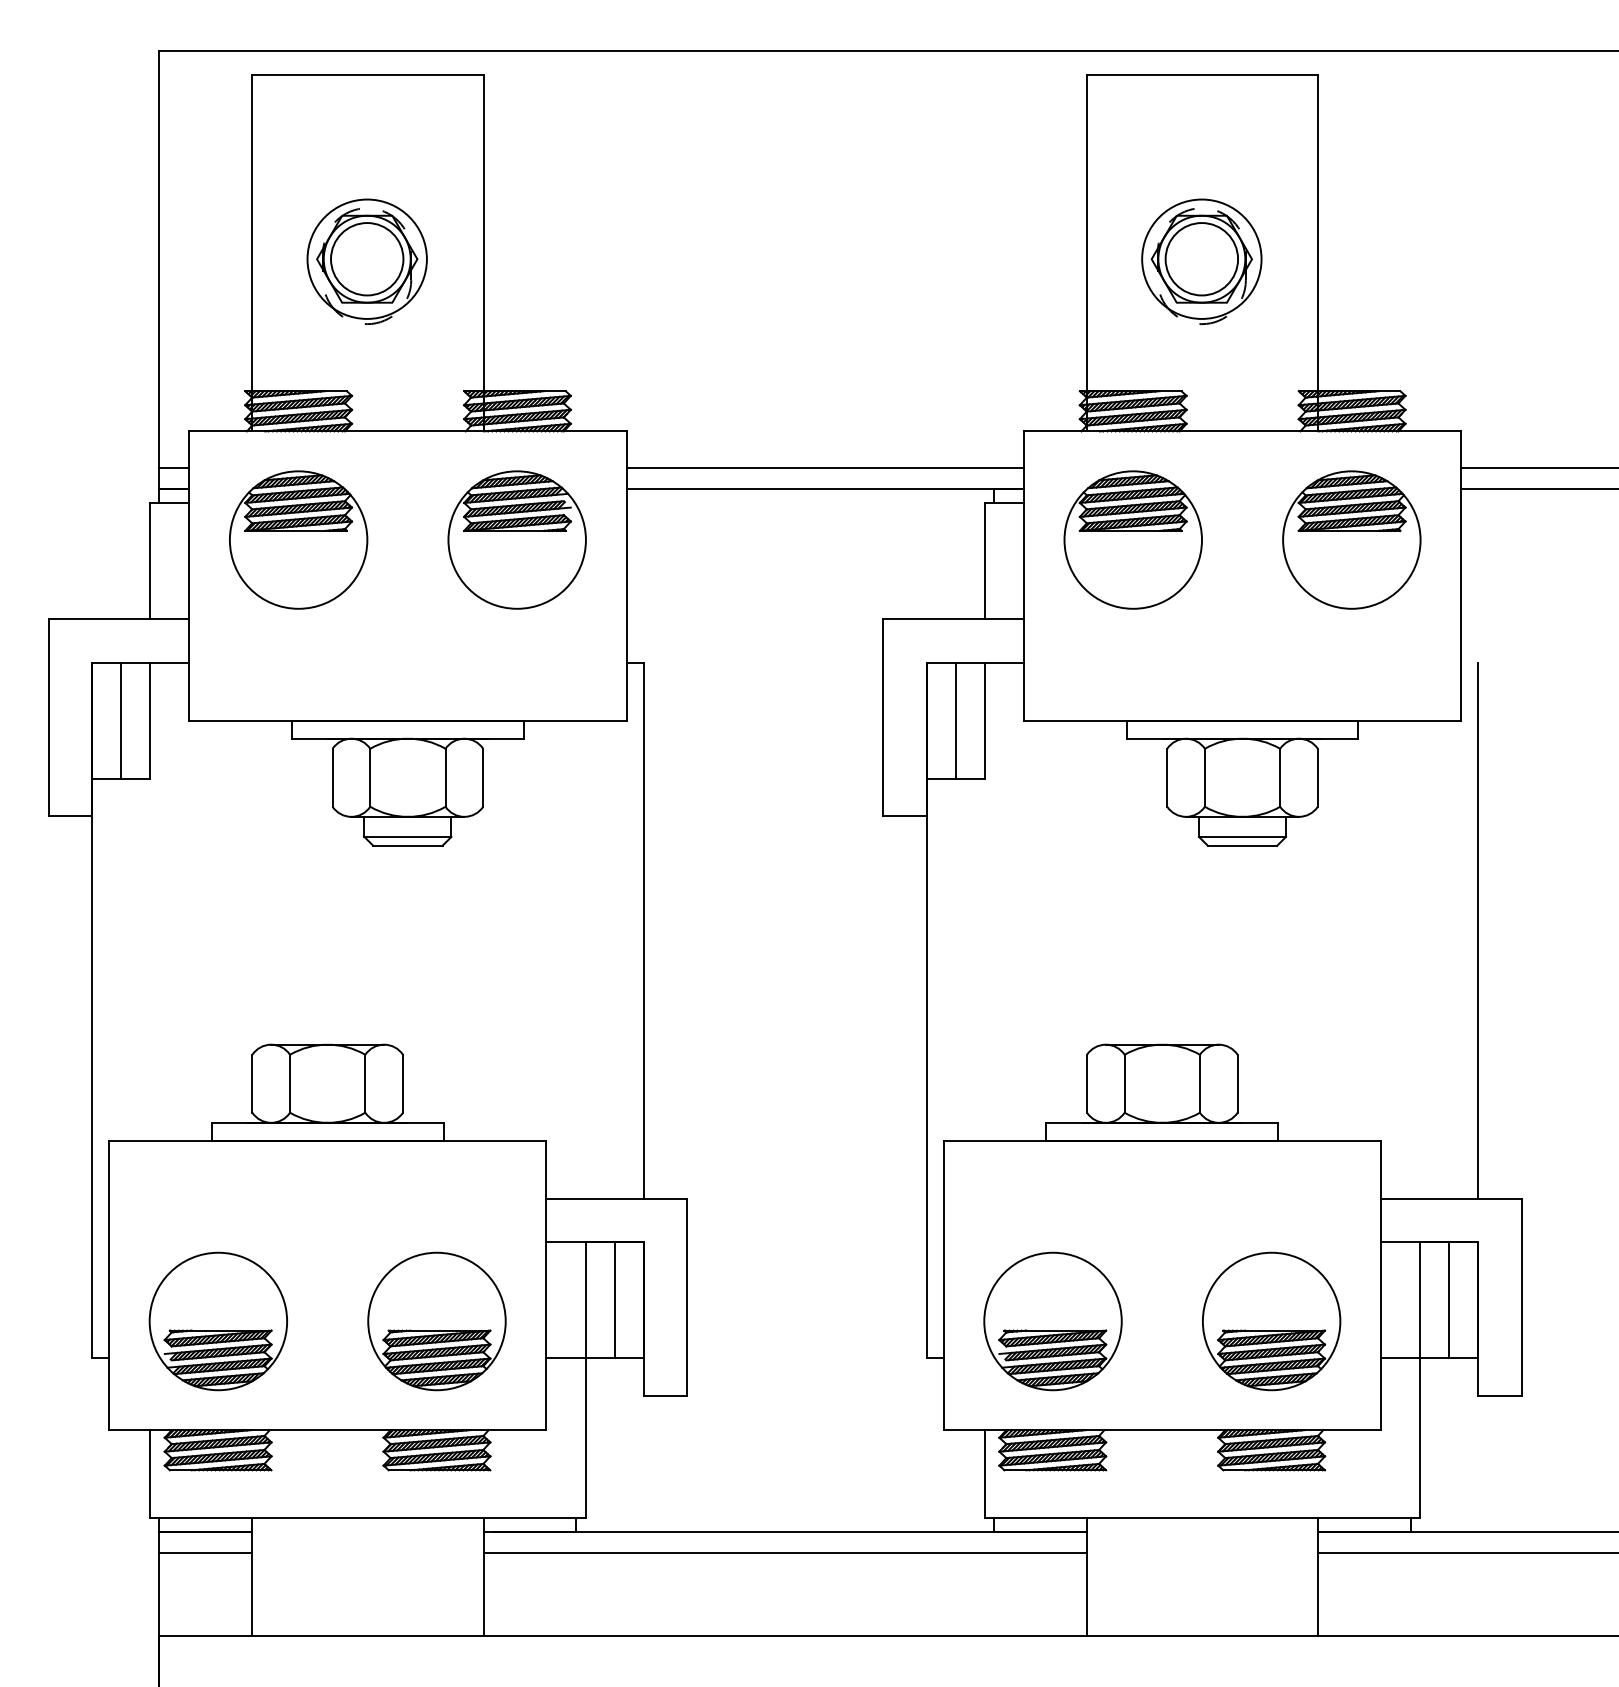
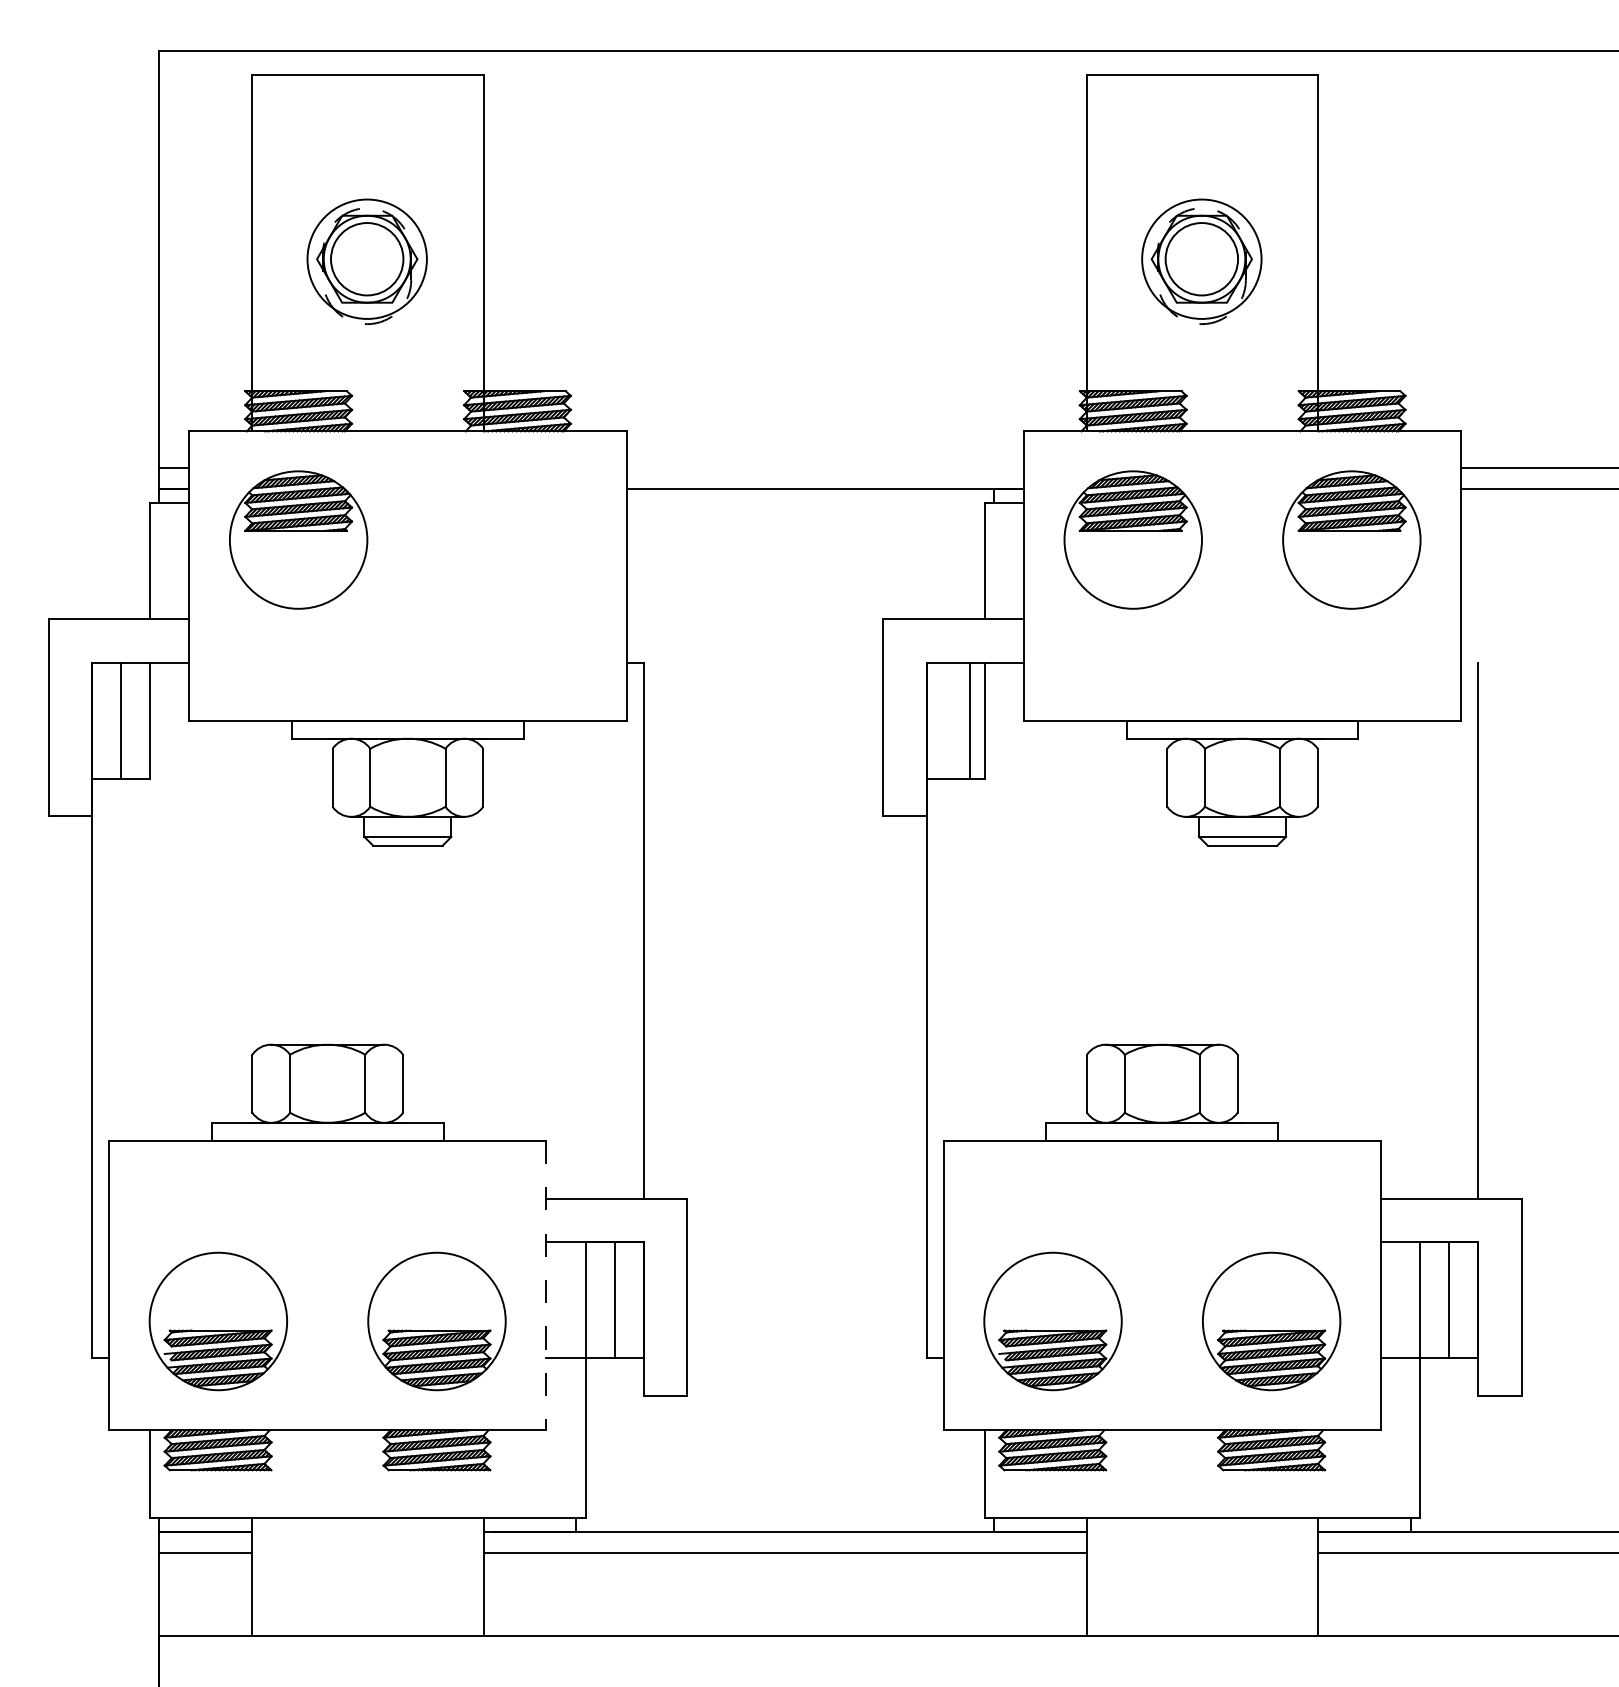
line at (824, 467): present -> none
part at (516, 539): present -> none
line at (955, 720) position: (955, 720) -> (969, 720)
line at (546, 1285): solid -> dashed
